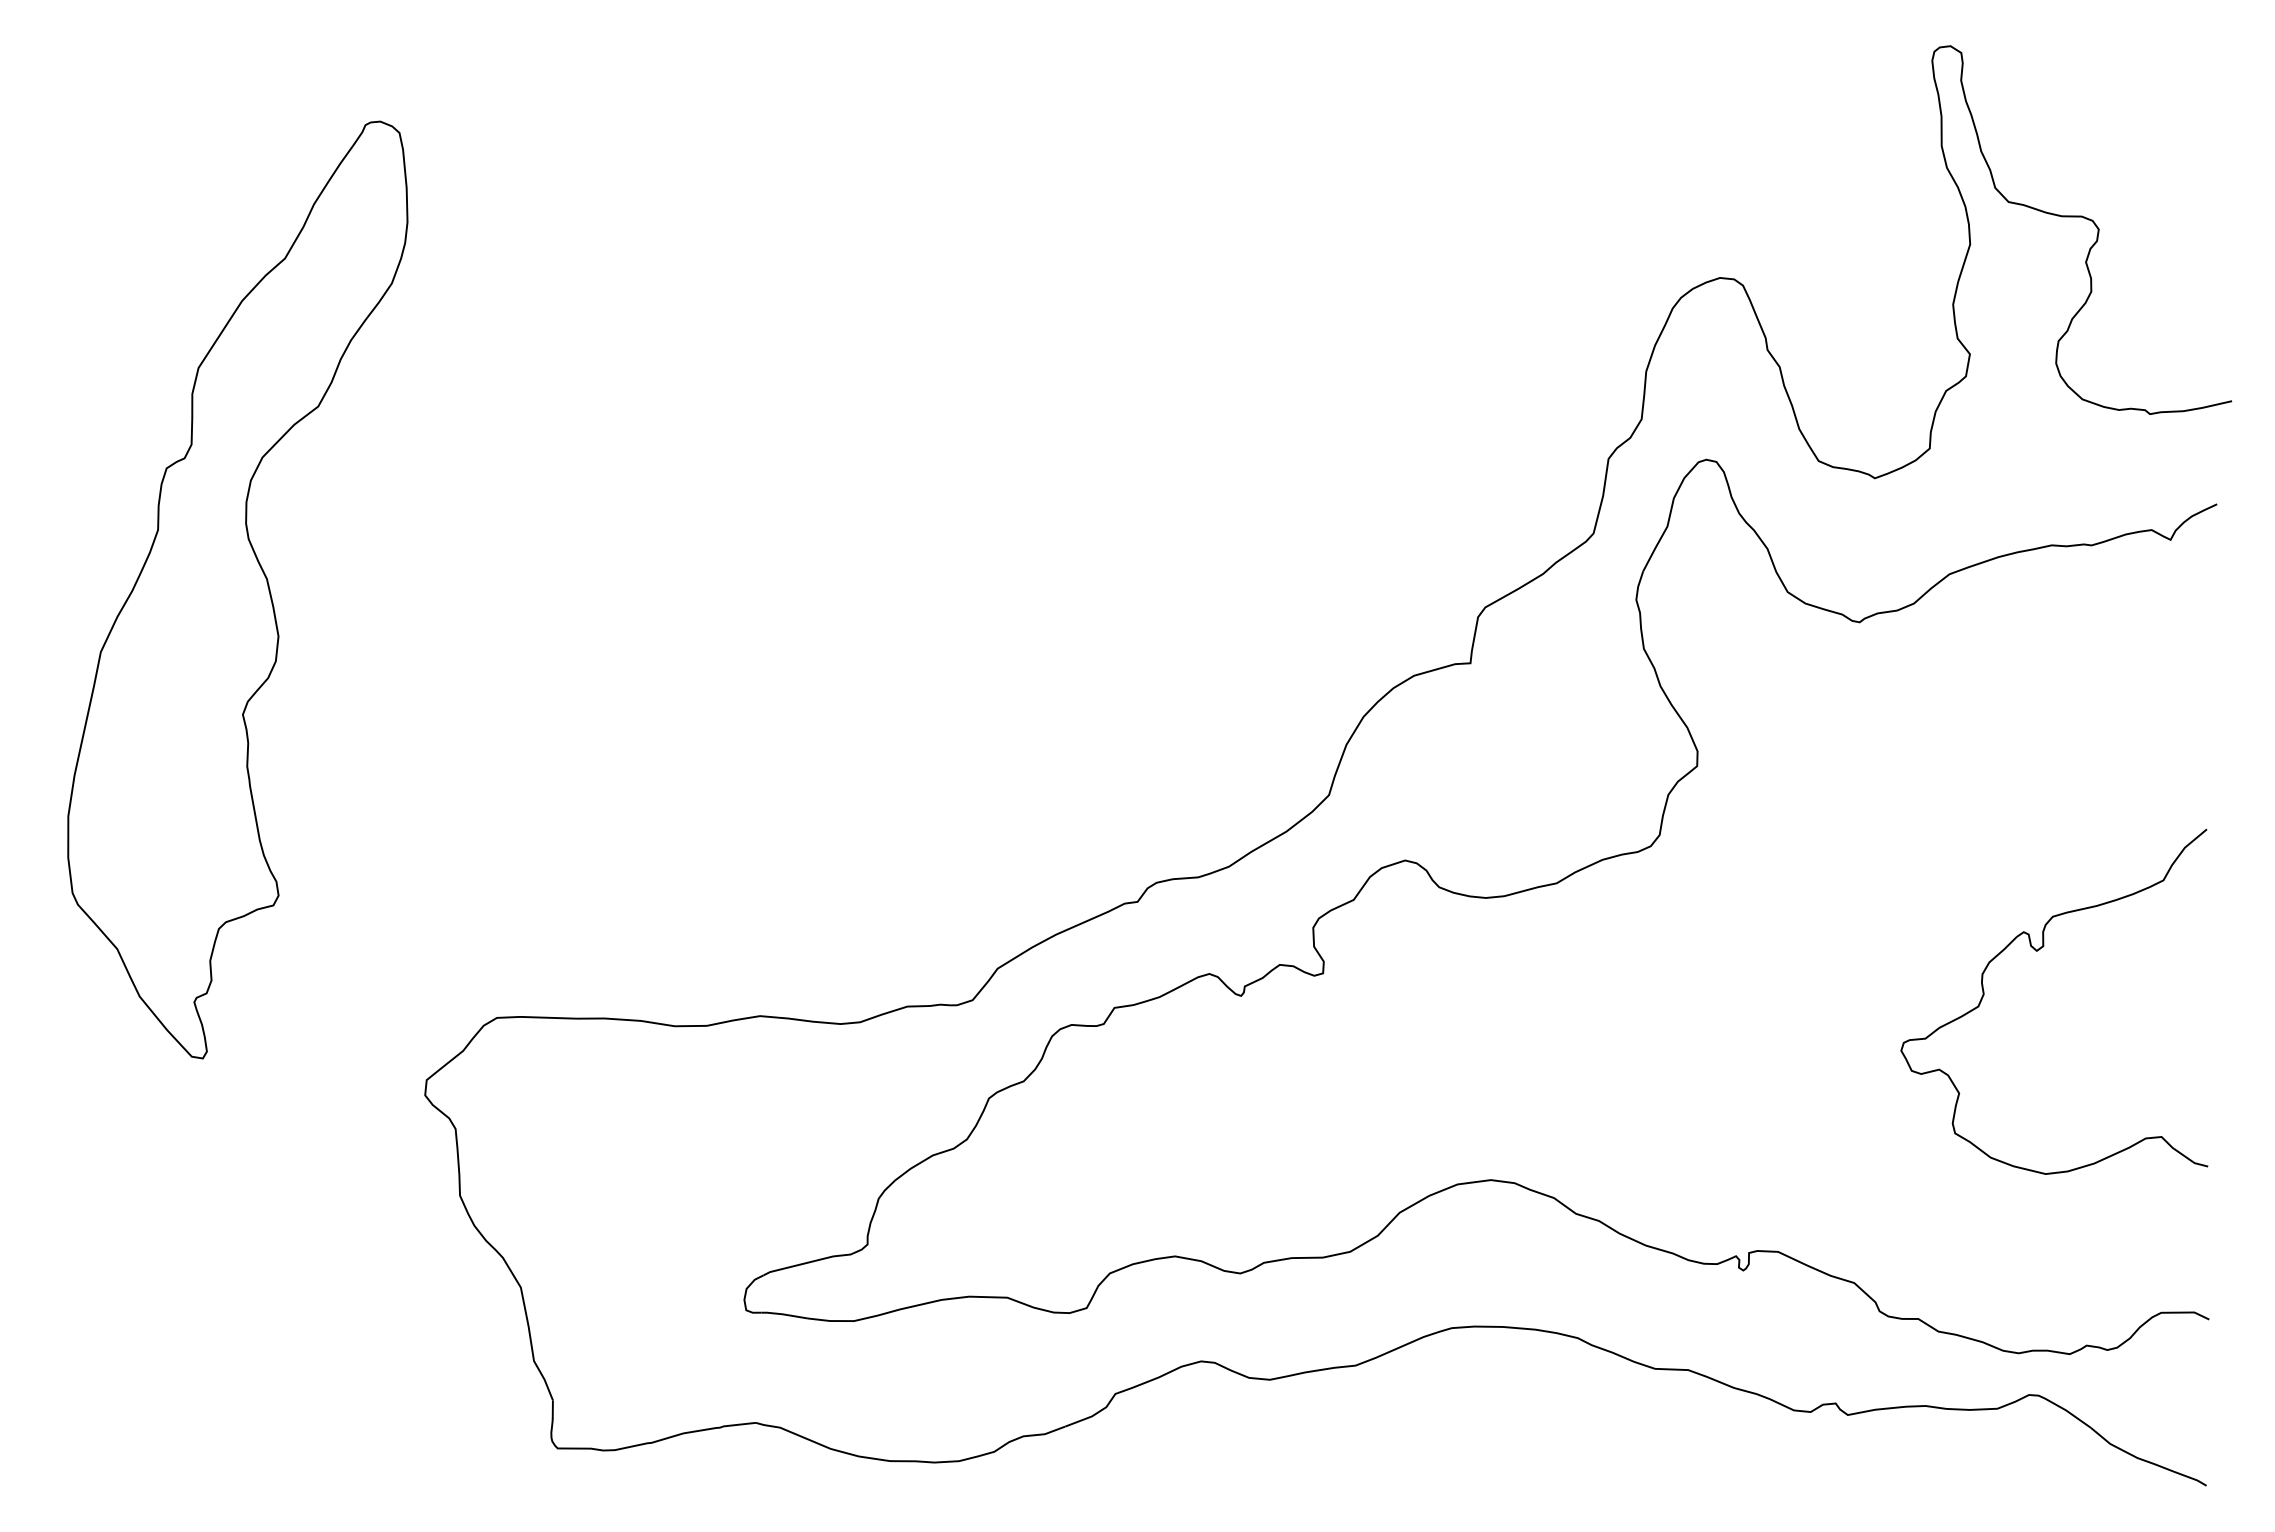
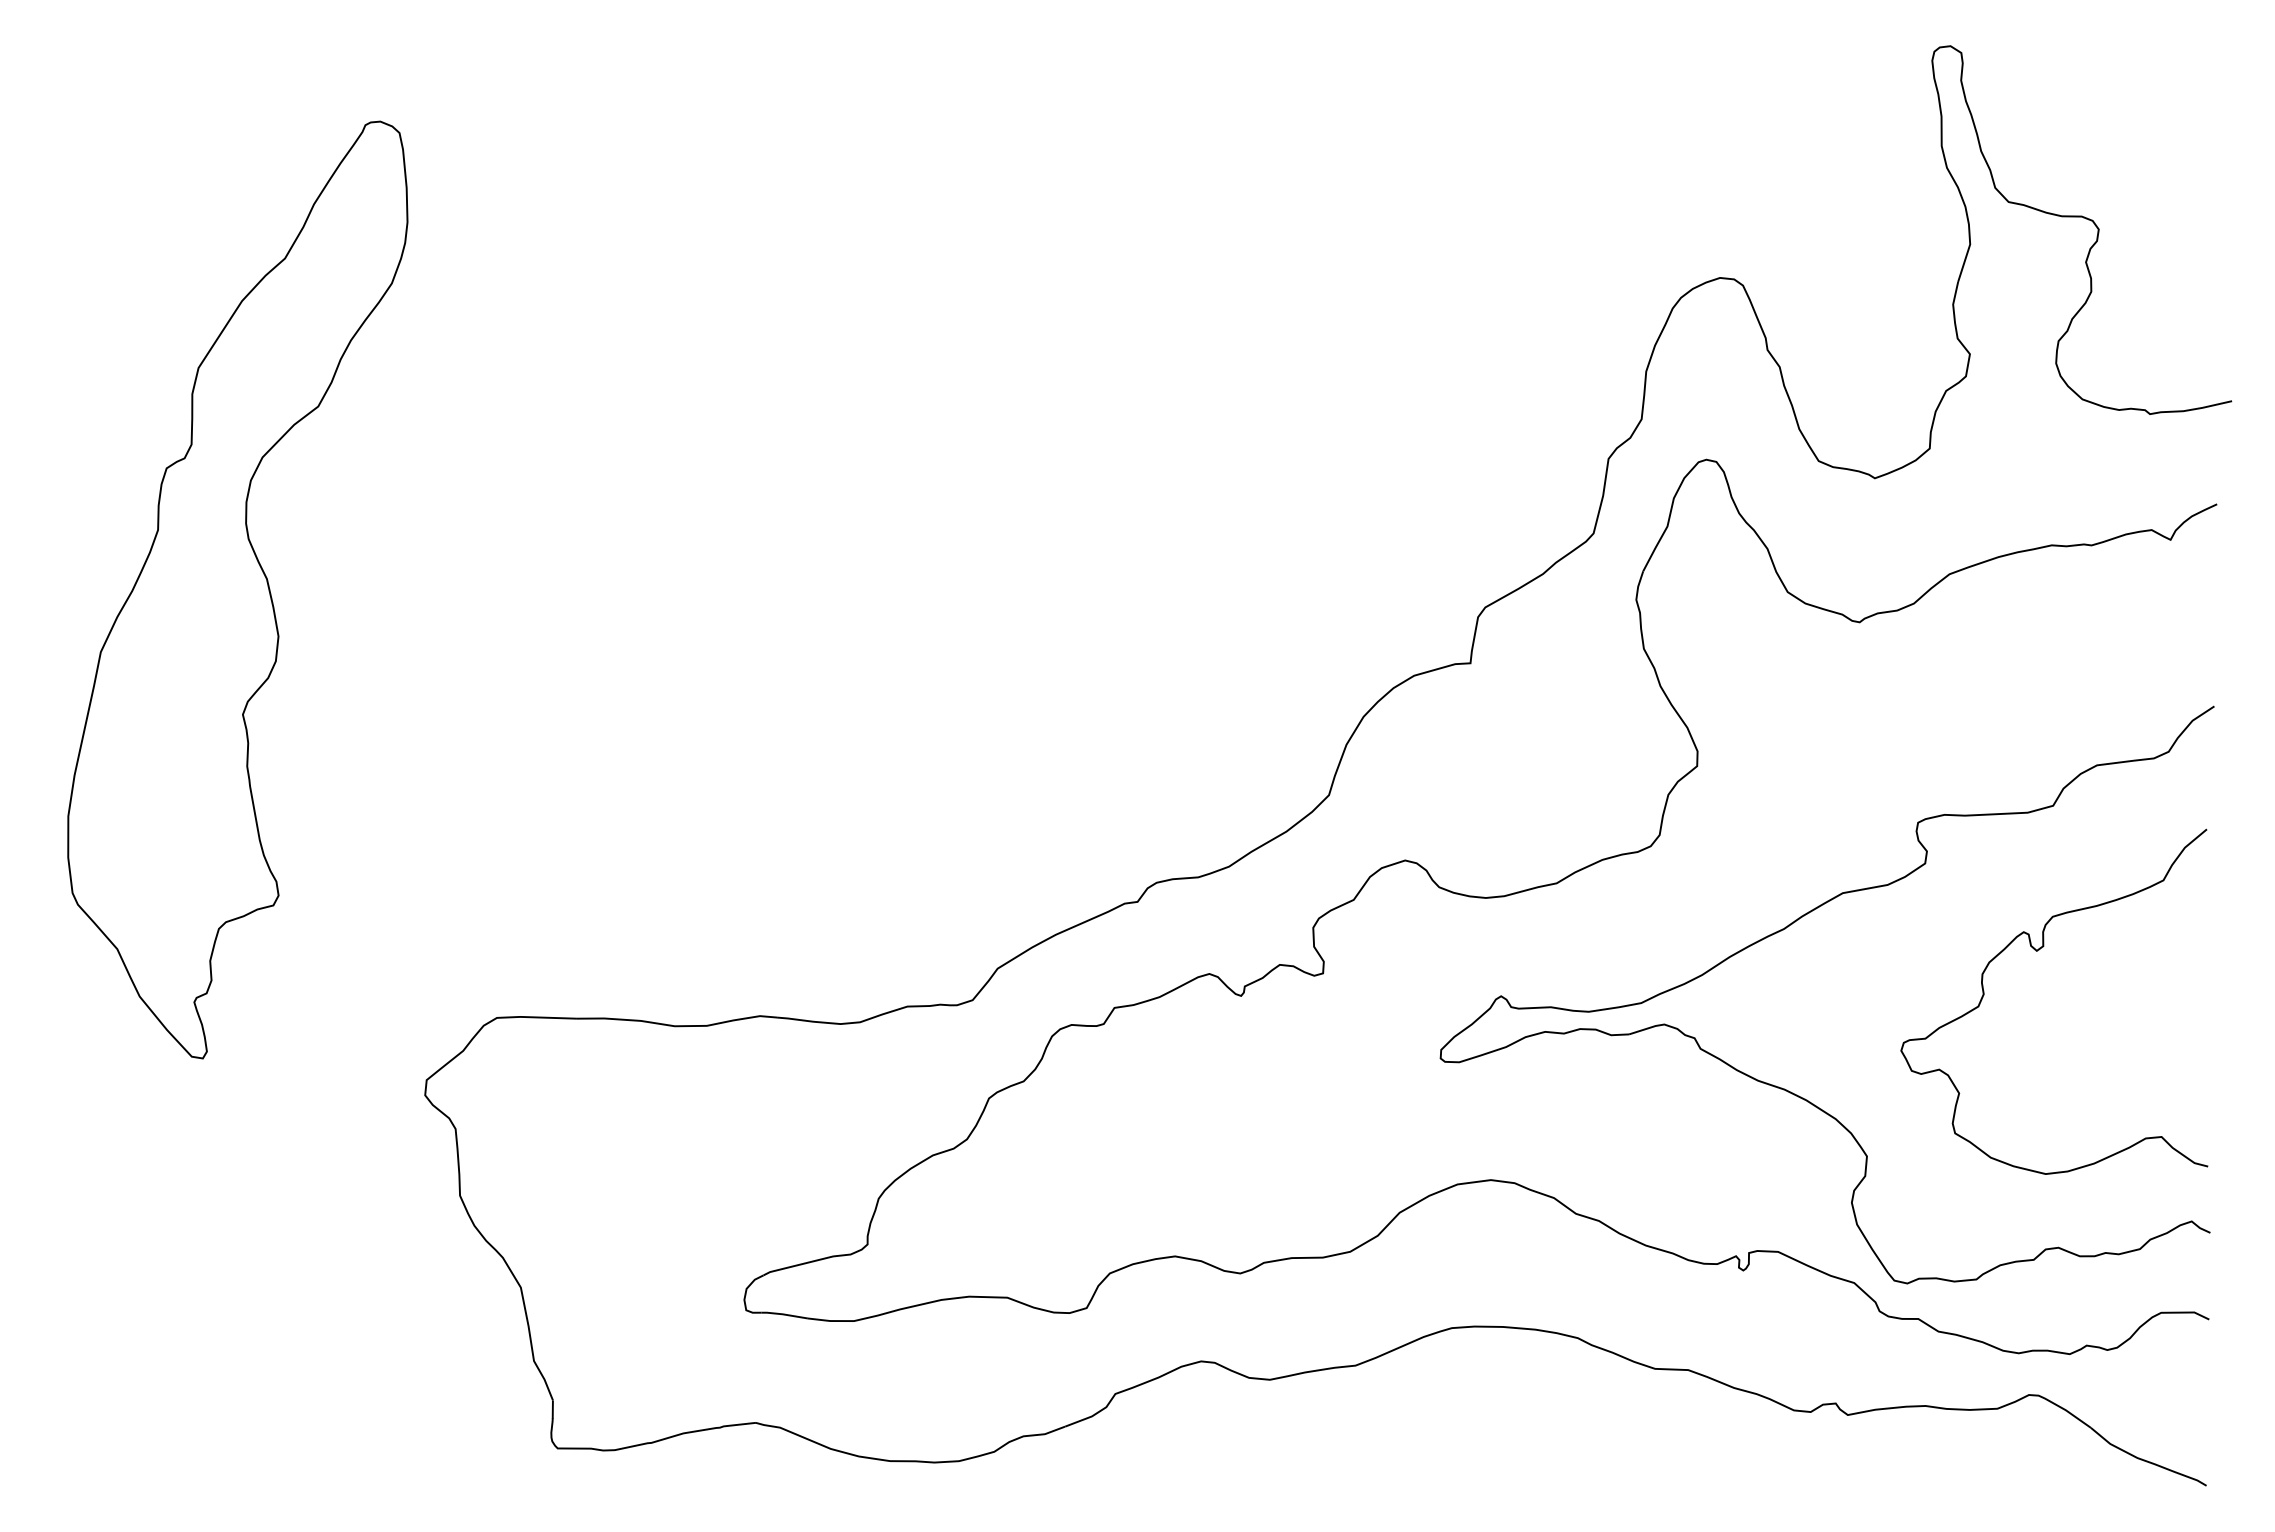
part at (1785, 929): none -> present
